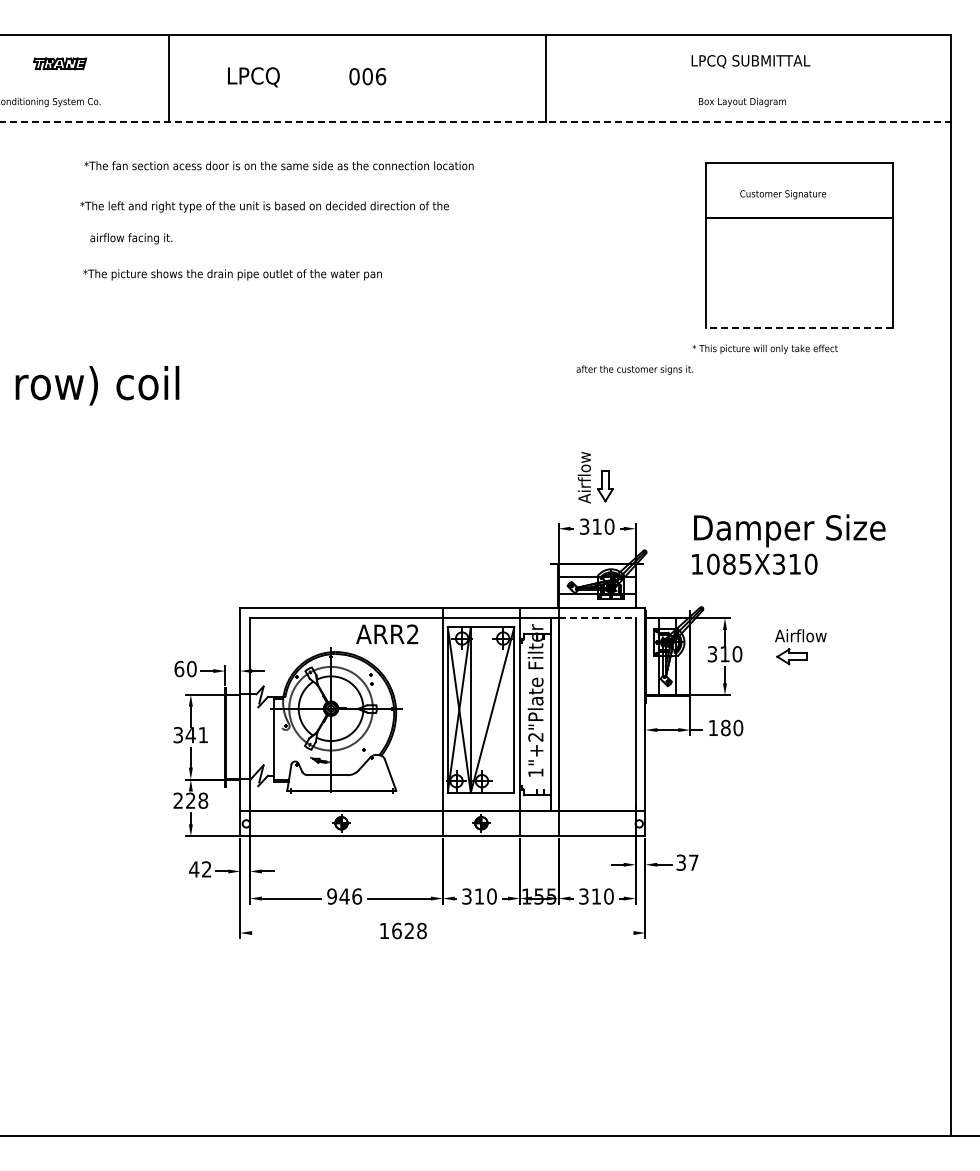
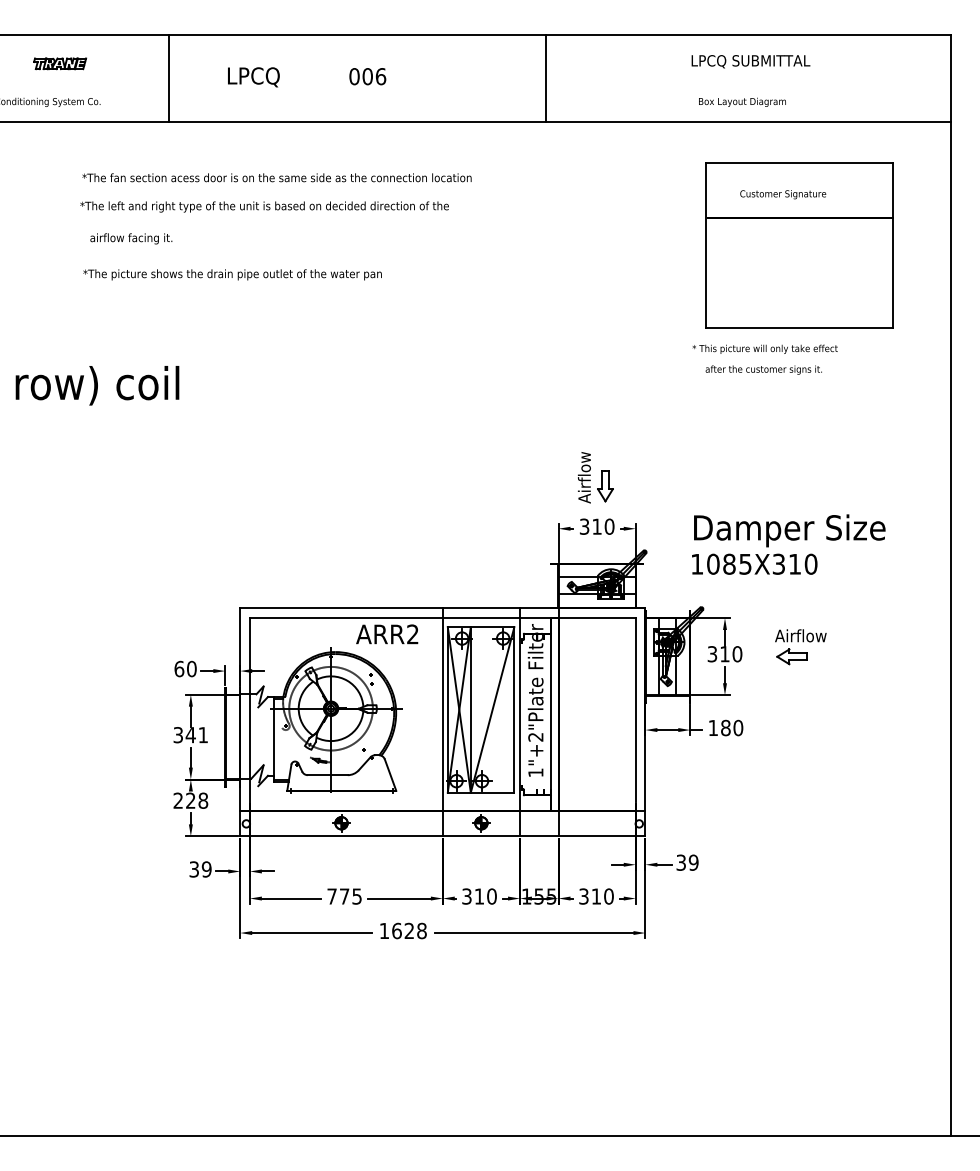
line at (475, 122): dashed -> solid
text at (278, 165) position: (278, 165) -> (276, 177)
line at (798, 327): dashed -> solid
text at (634, 369) position: (634, 369) -> (763, 369)
line at (597, 618): dashed -> solid
text at (693, 862): 37 -> 39
text at (200, 869): 42 -> 39
text at (344, 896): 946 -> 775
line at (311, 933): none -> present
line at (533, 933): none -> present
